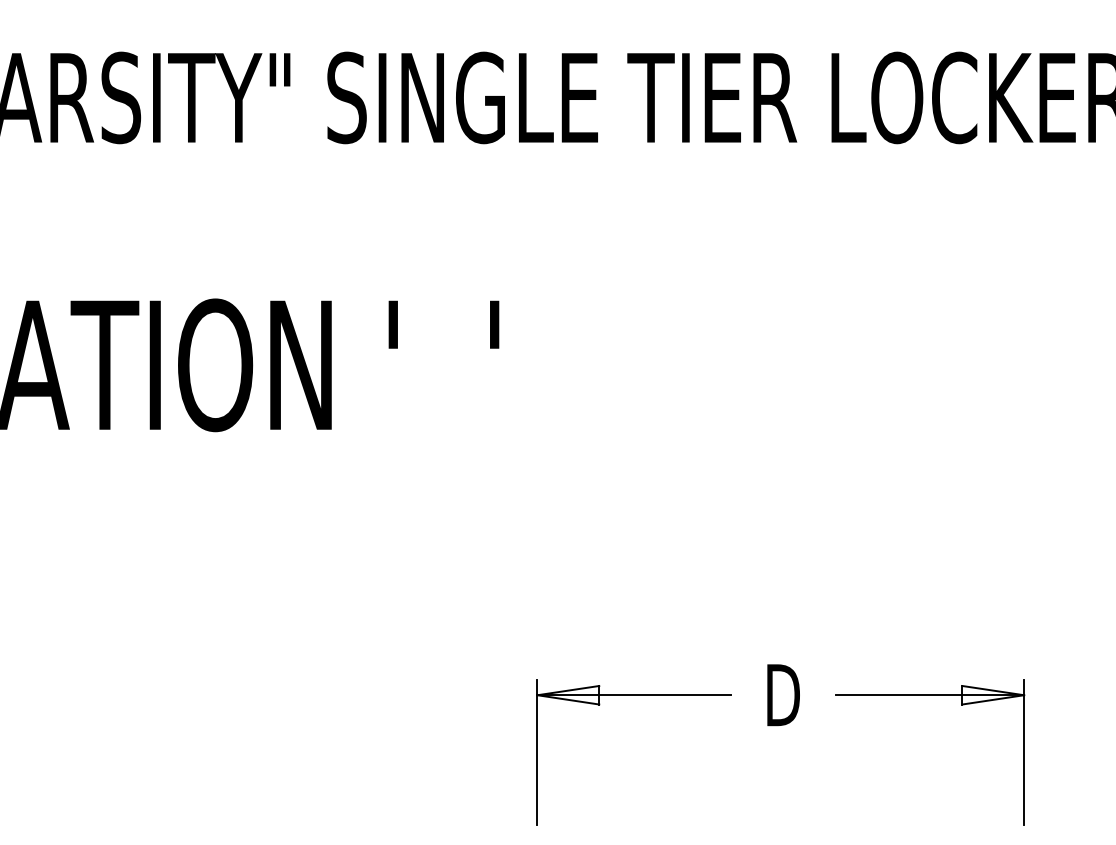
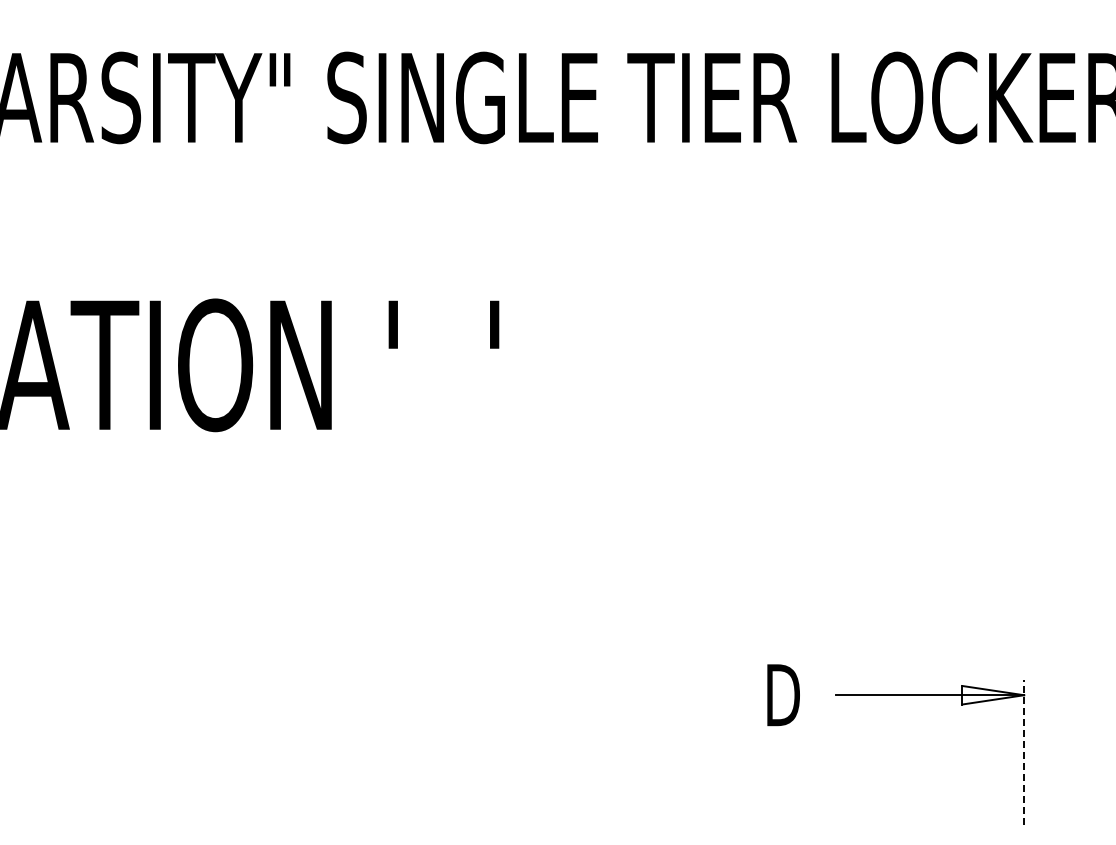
part at (633, 695): present -> none
line at (1024, 752): solid -> dashed
